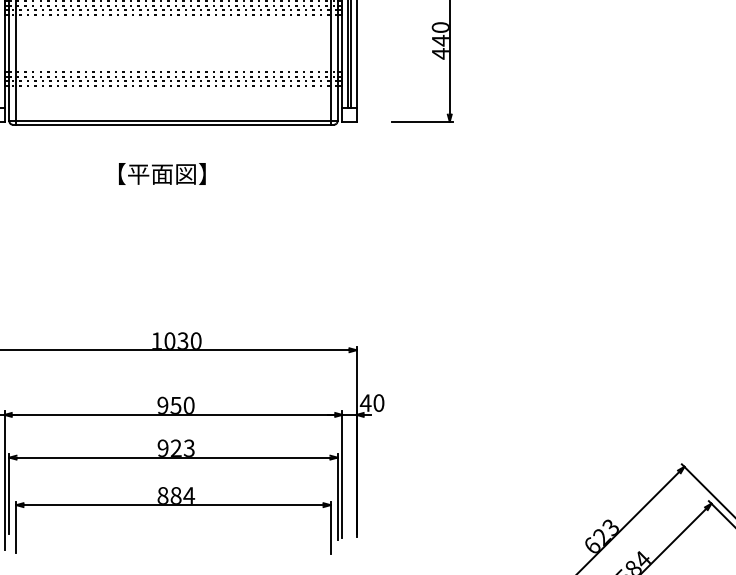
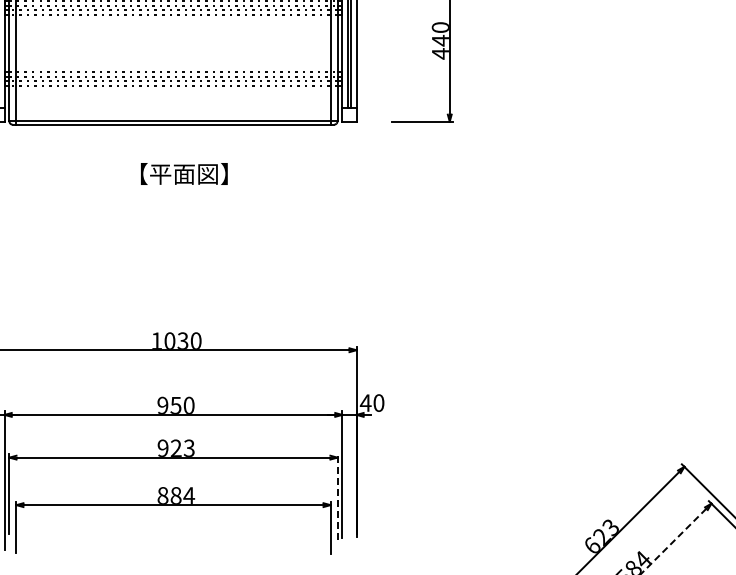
text at (162, 173) position: (162, 173) -> (184, 173)
line at (337, 496): solid -> dashed
line at (673, 541): solid -> dashed
